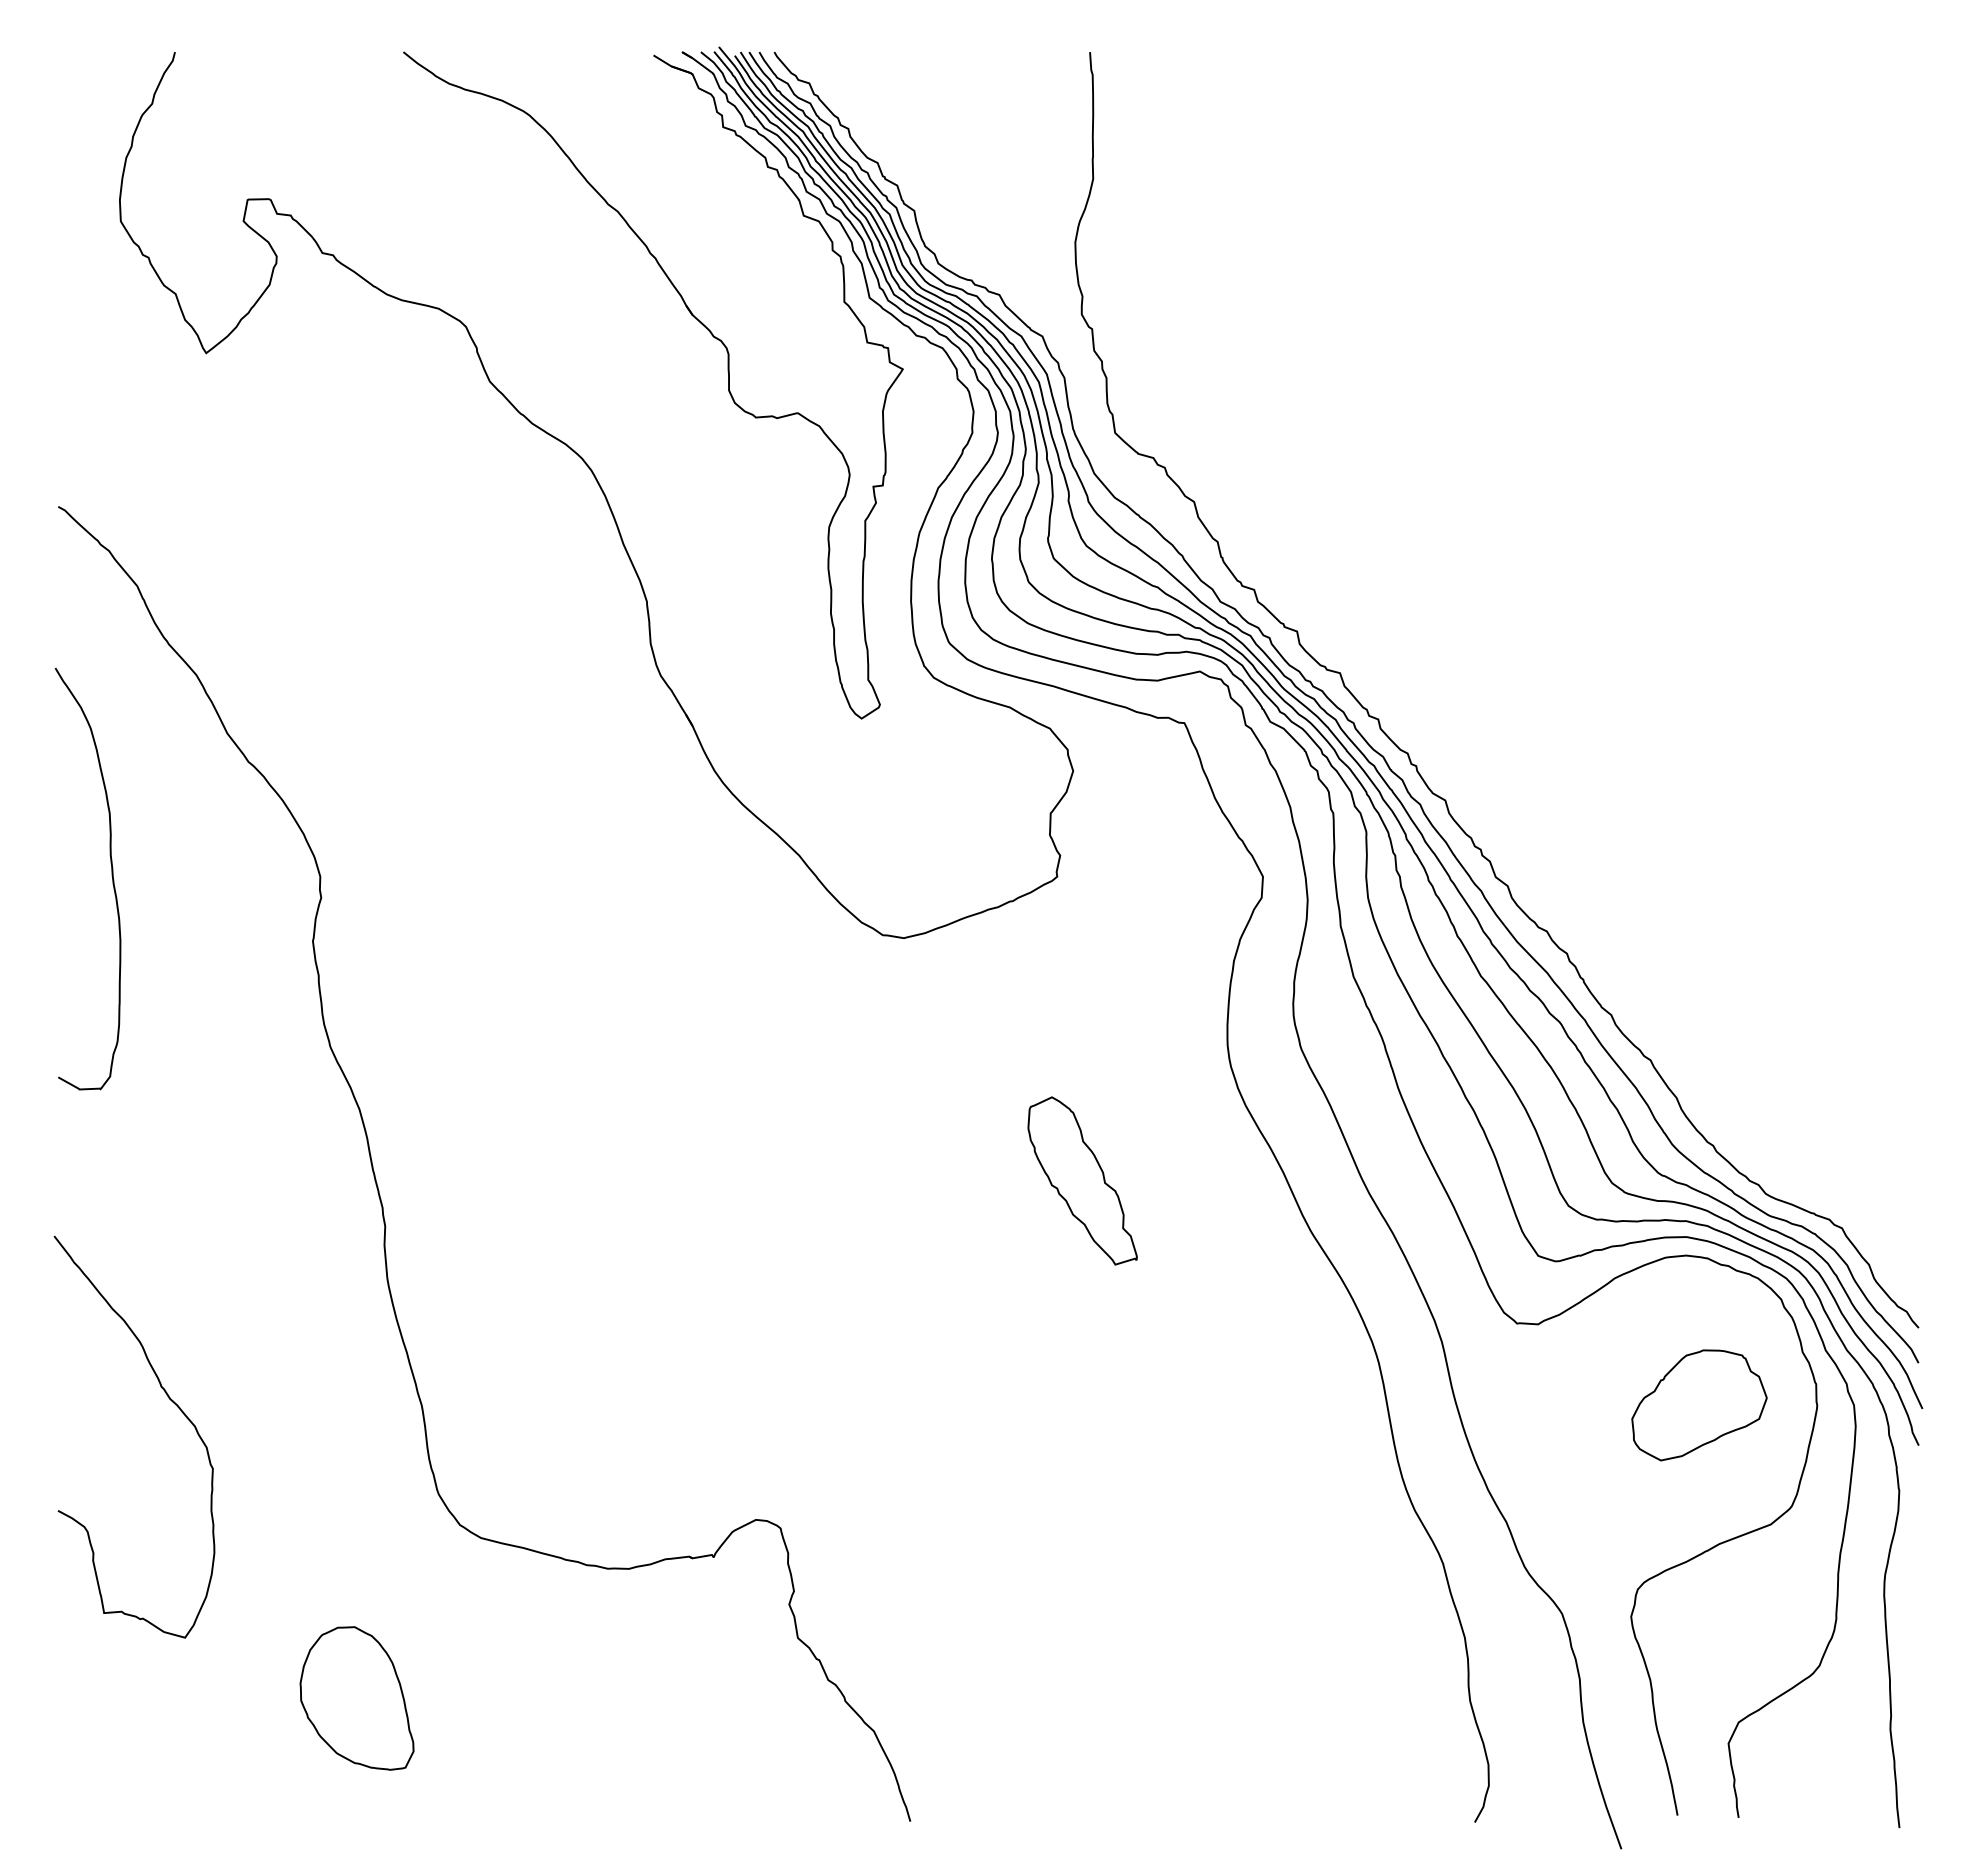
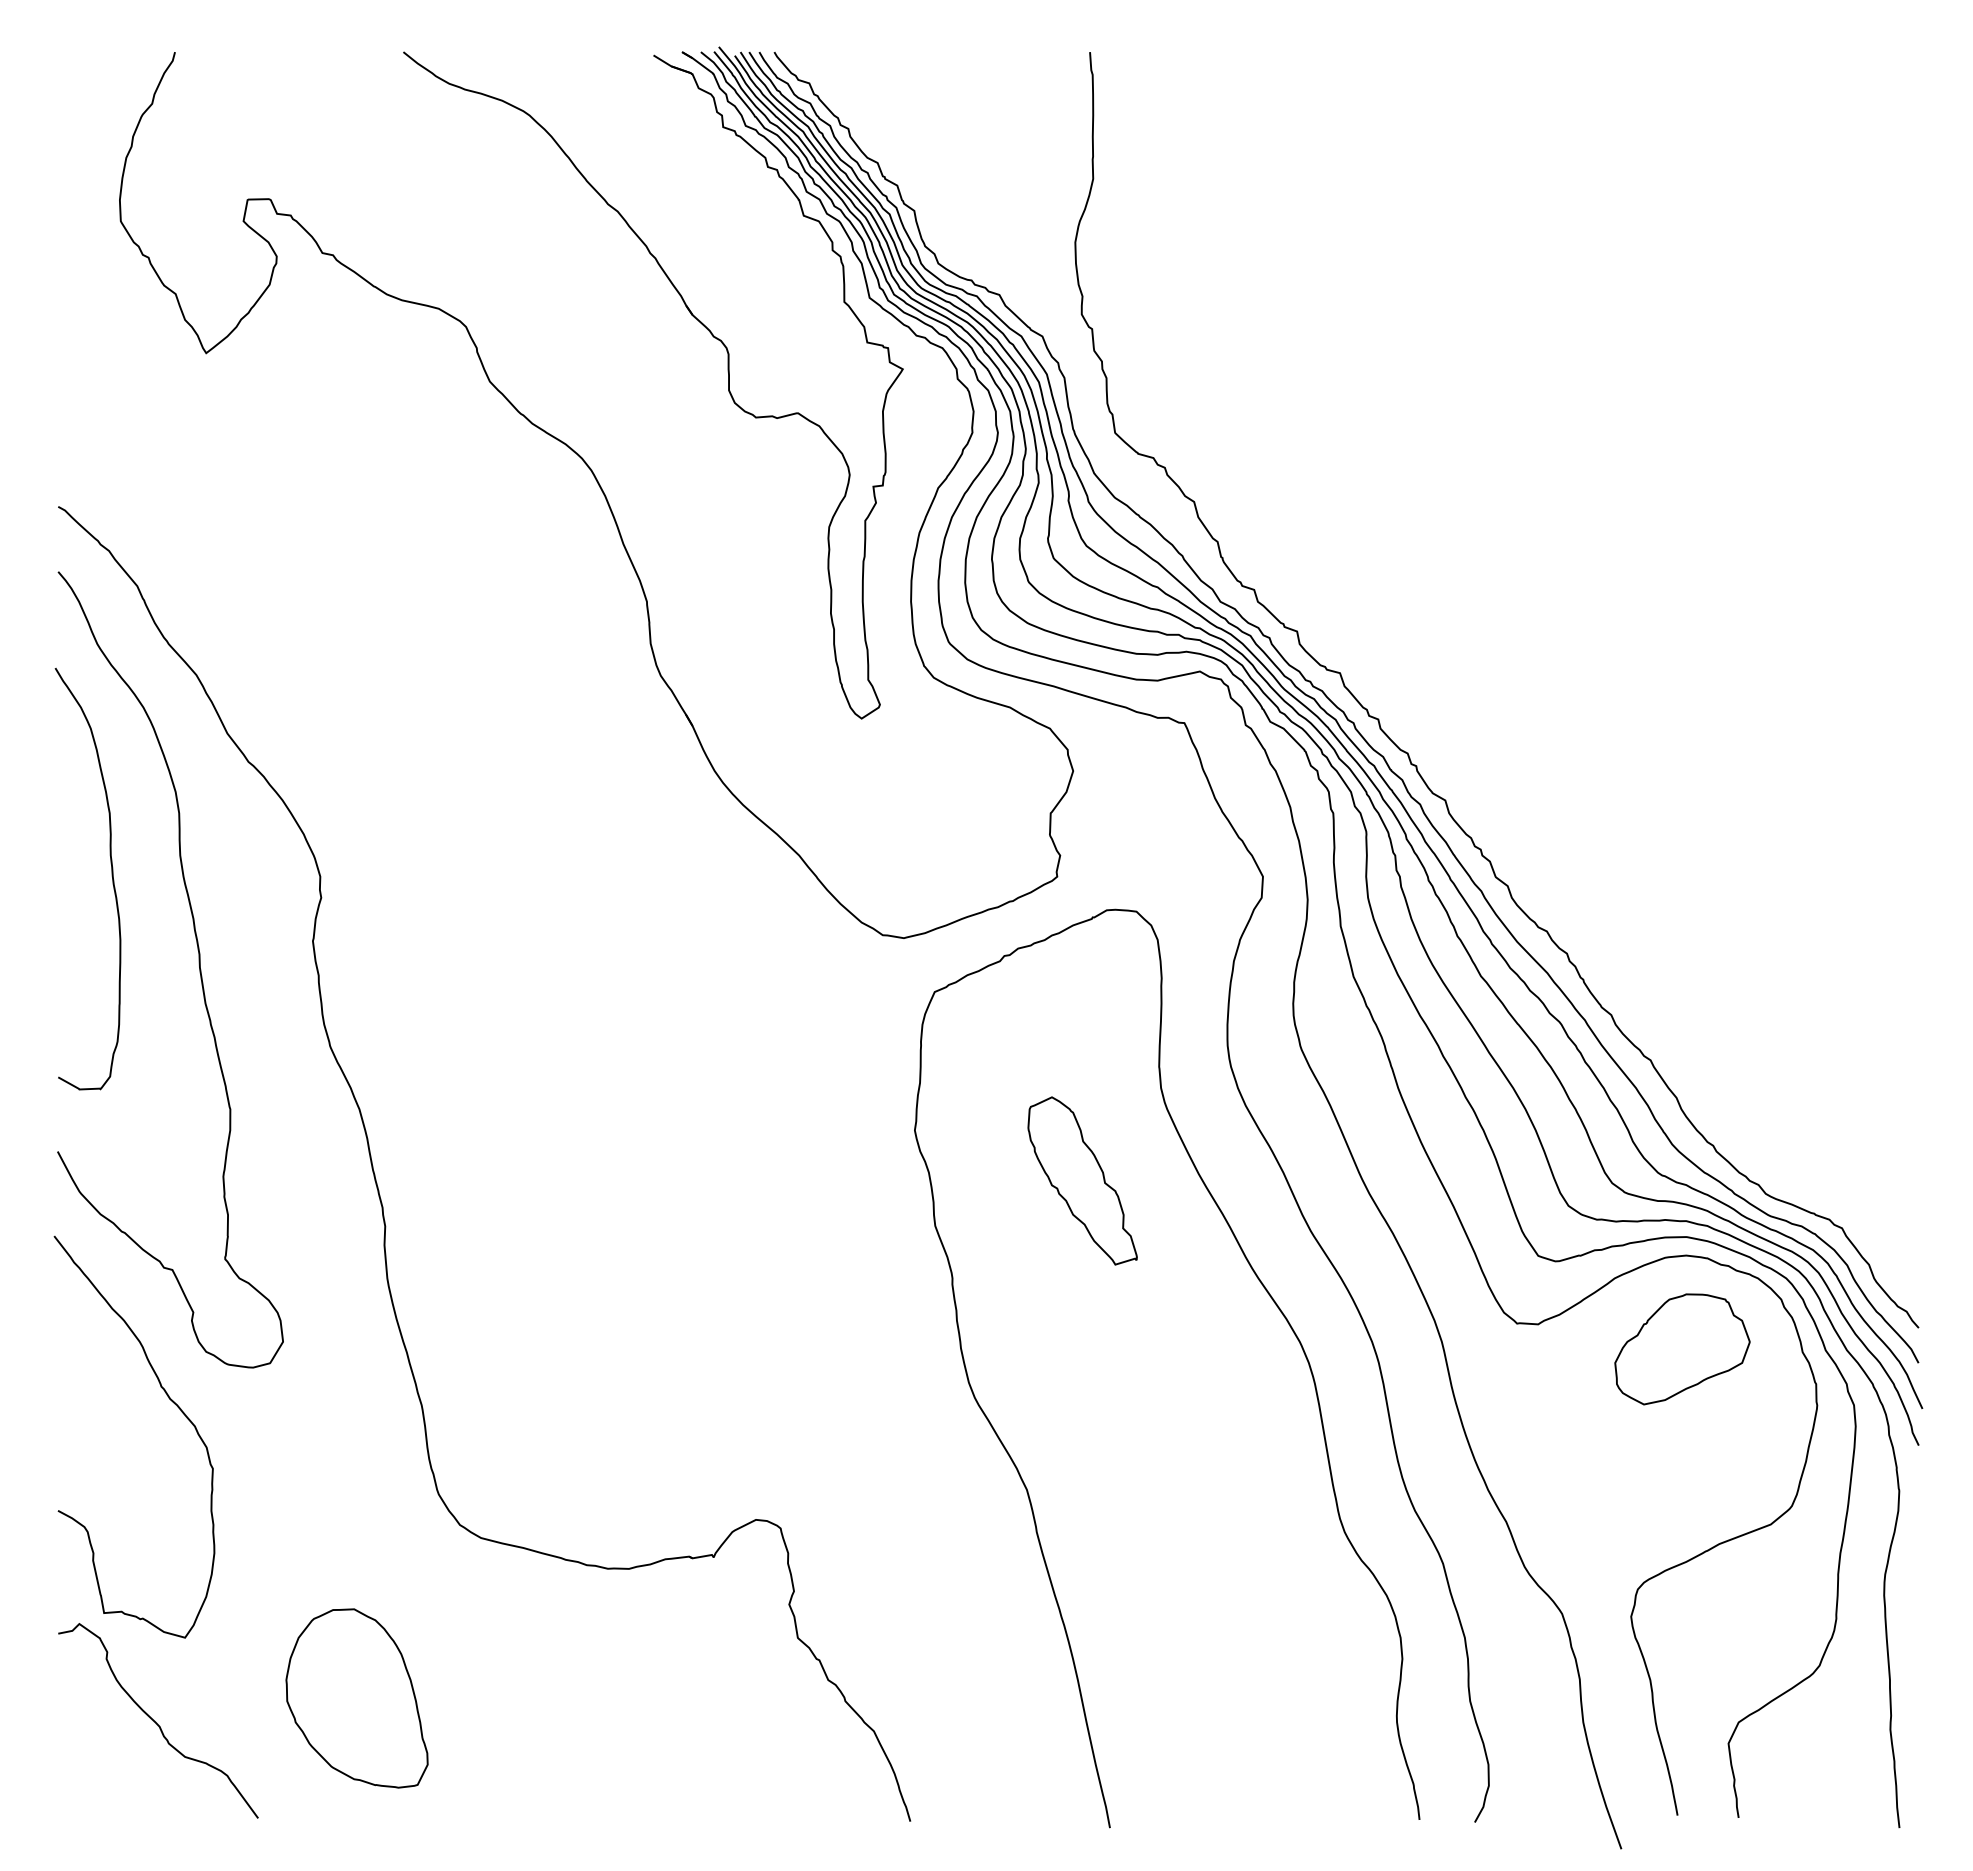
curve at (198, 964): none -> present
curve at (1271, 1299): none -> present
part at (1699, 1405) position: (1699, 1405) -> (1682, 1349)
part at (356, 1698) size: 116x145 px -> 144x181 px
curve at (156, 1722): none -> present
